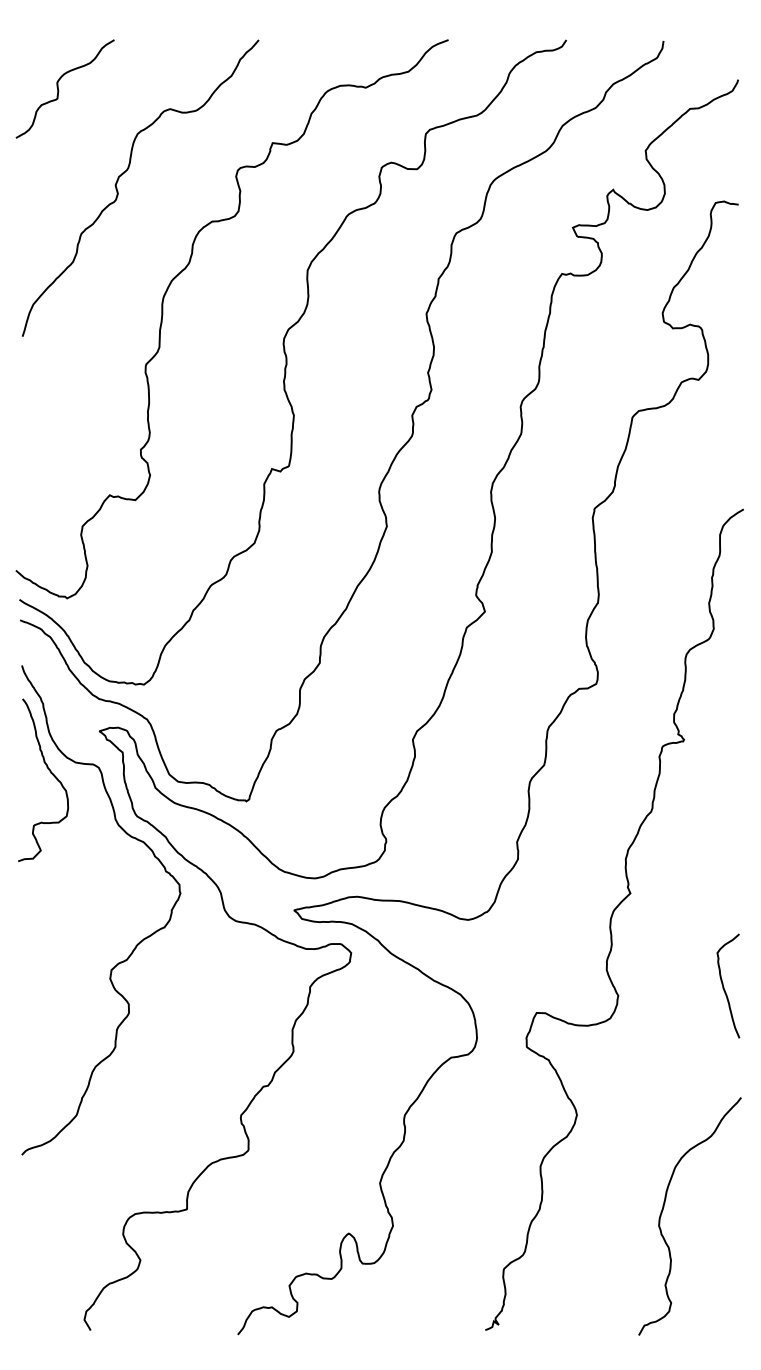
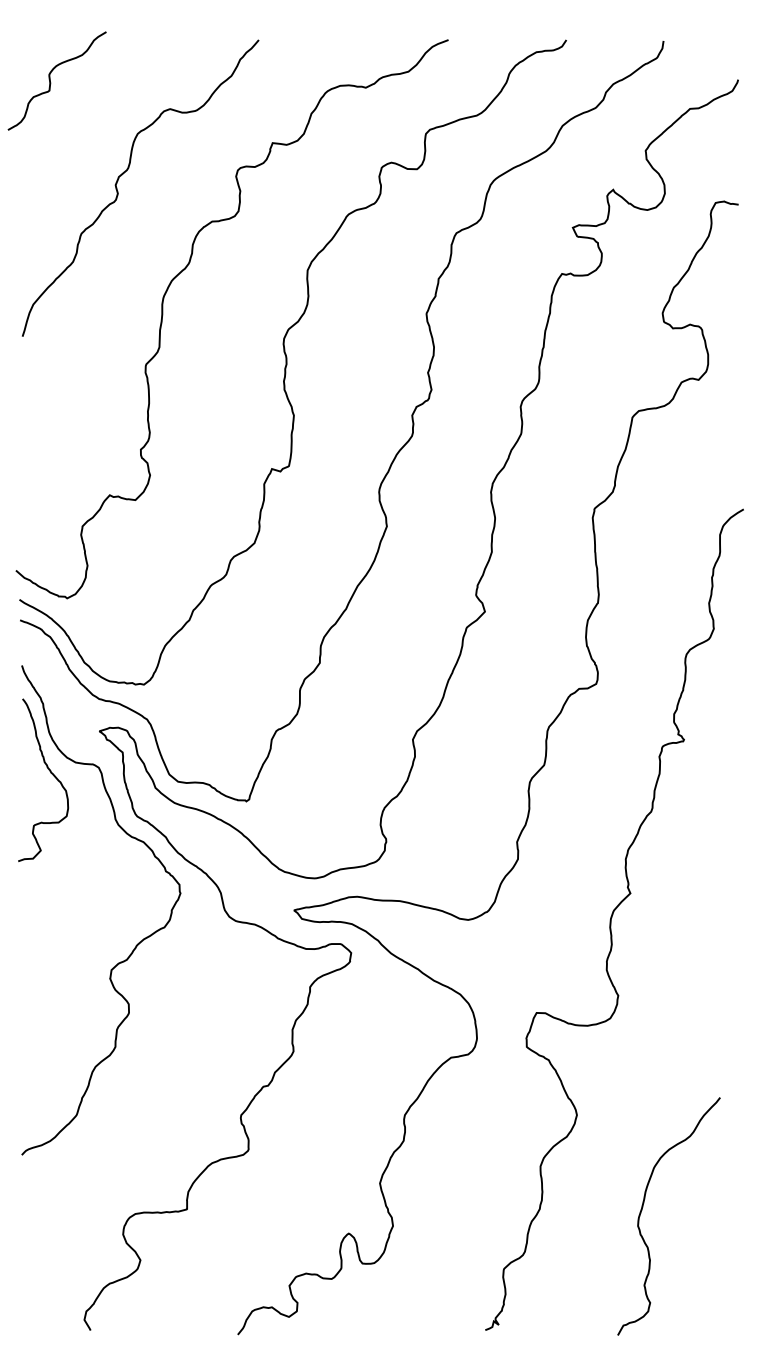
curve at (59, 90) position: (59, 90) -> (51, 82)
curve at (724, 986): present -> none
curve at (664, 1207) position: (664, 1207) -> (643, 1207)
